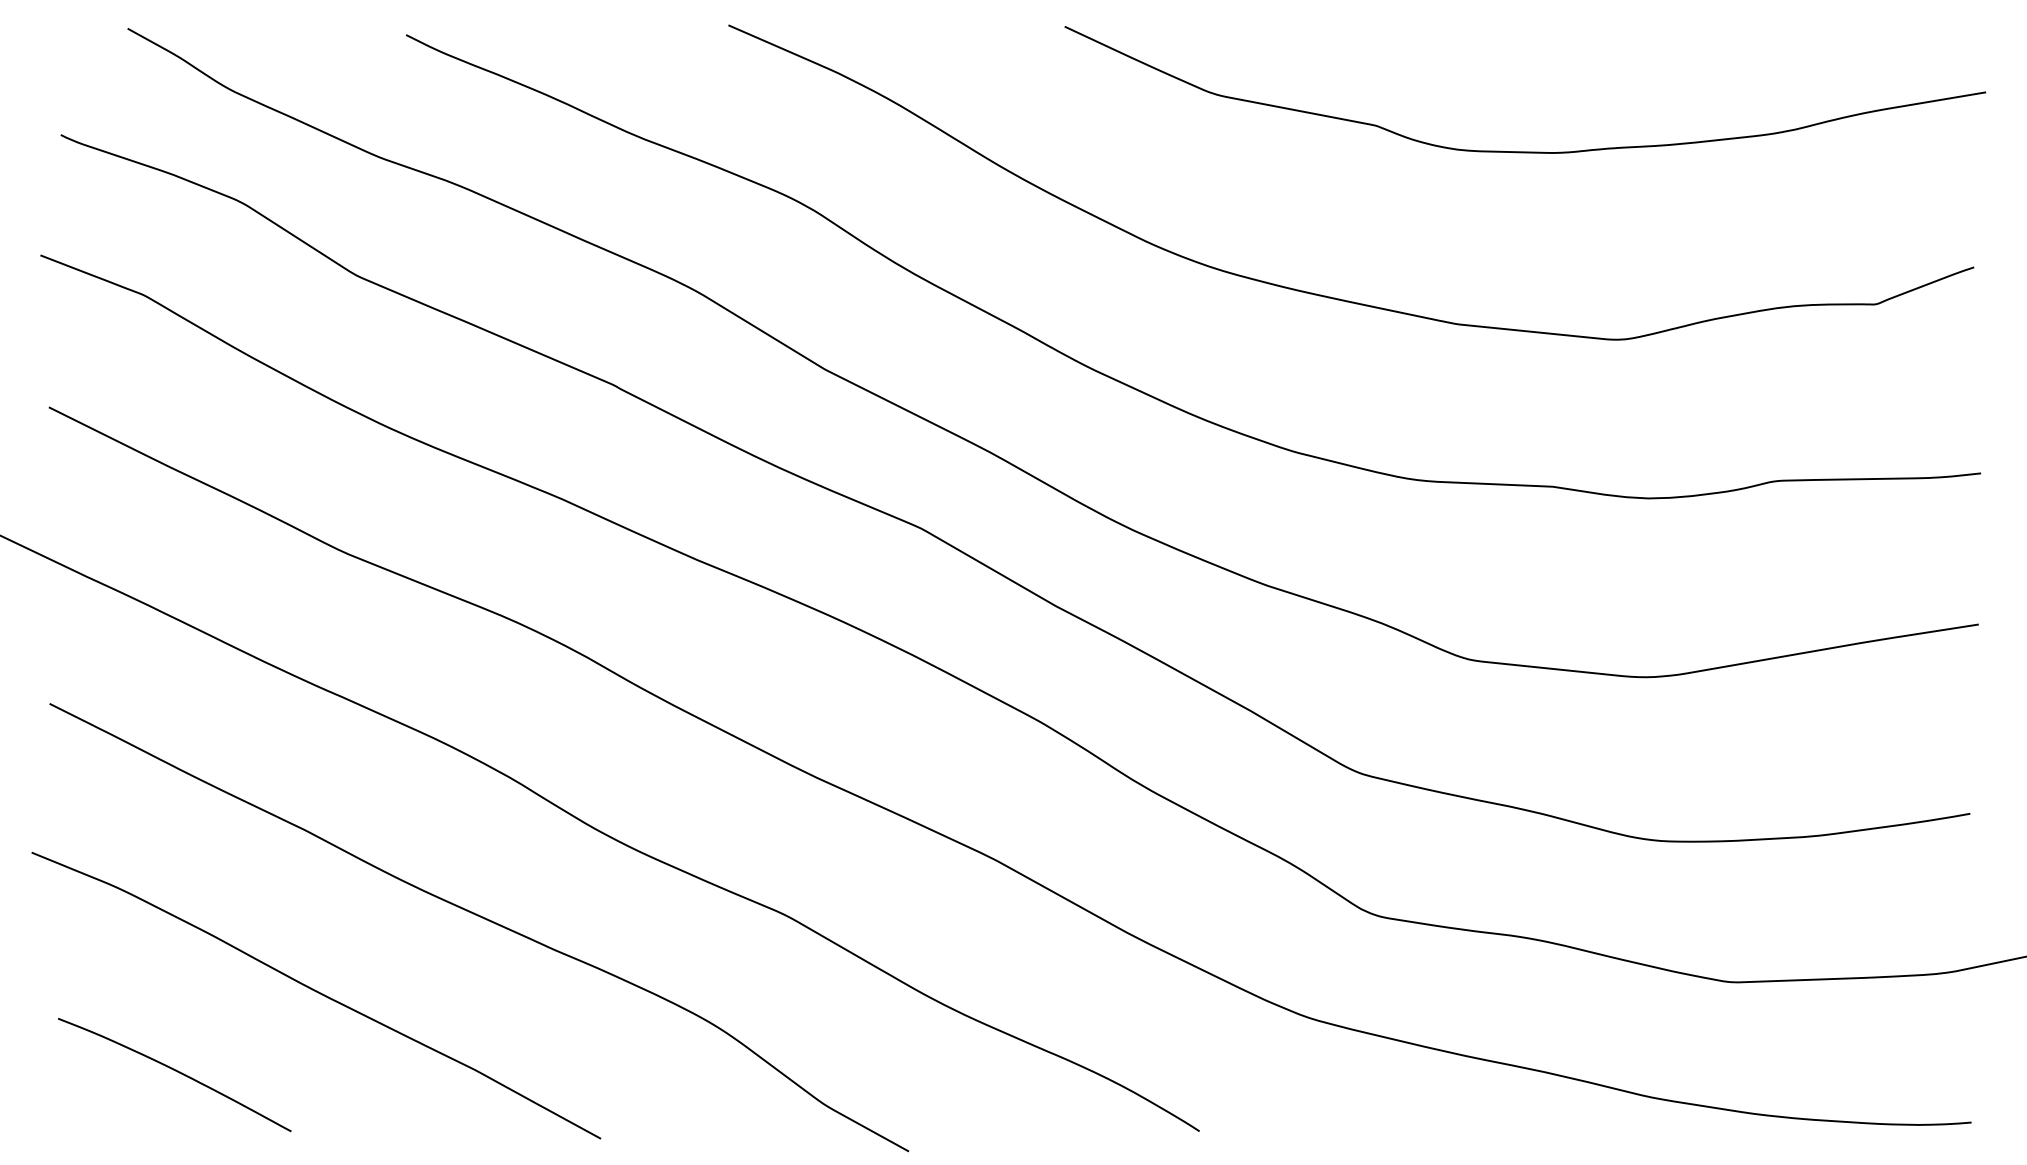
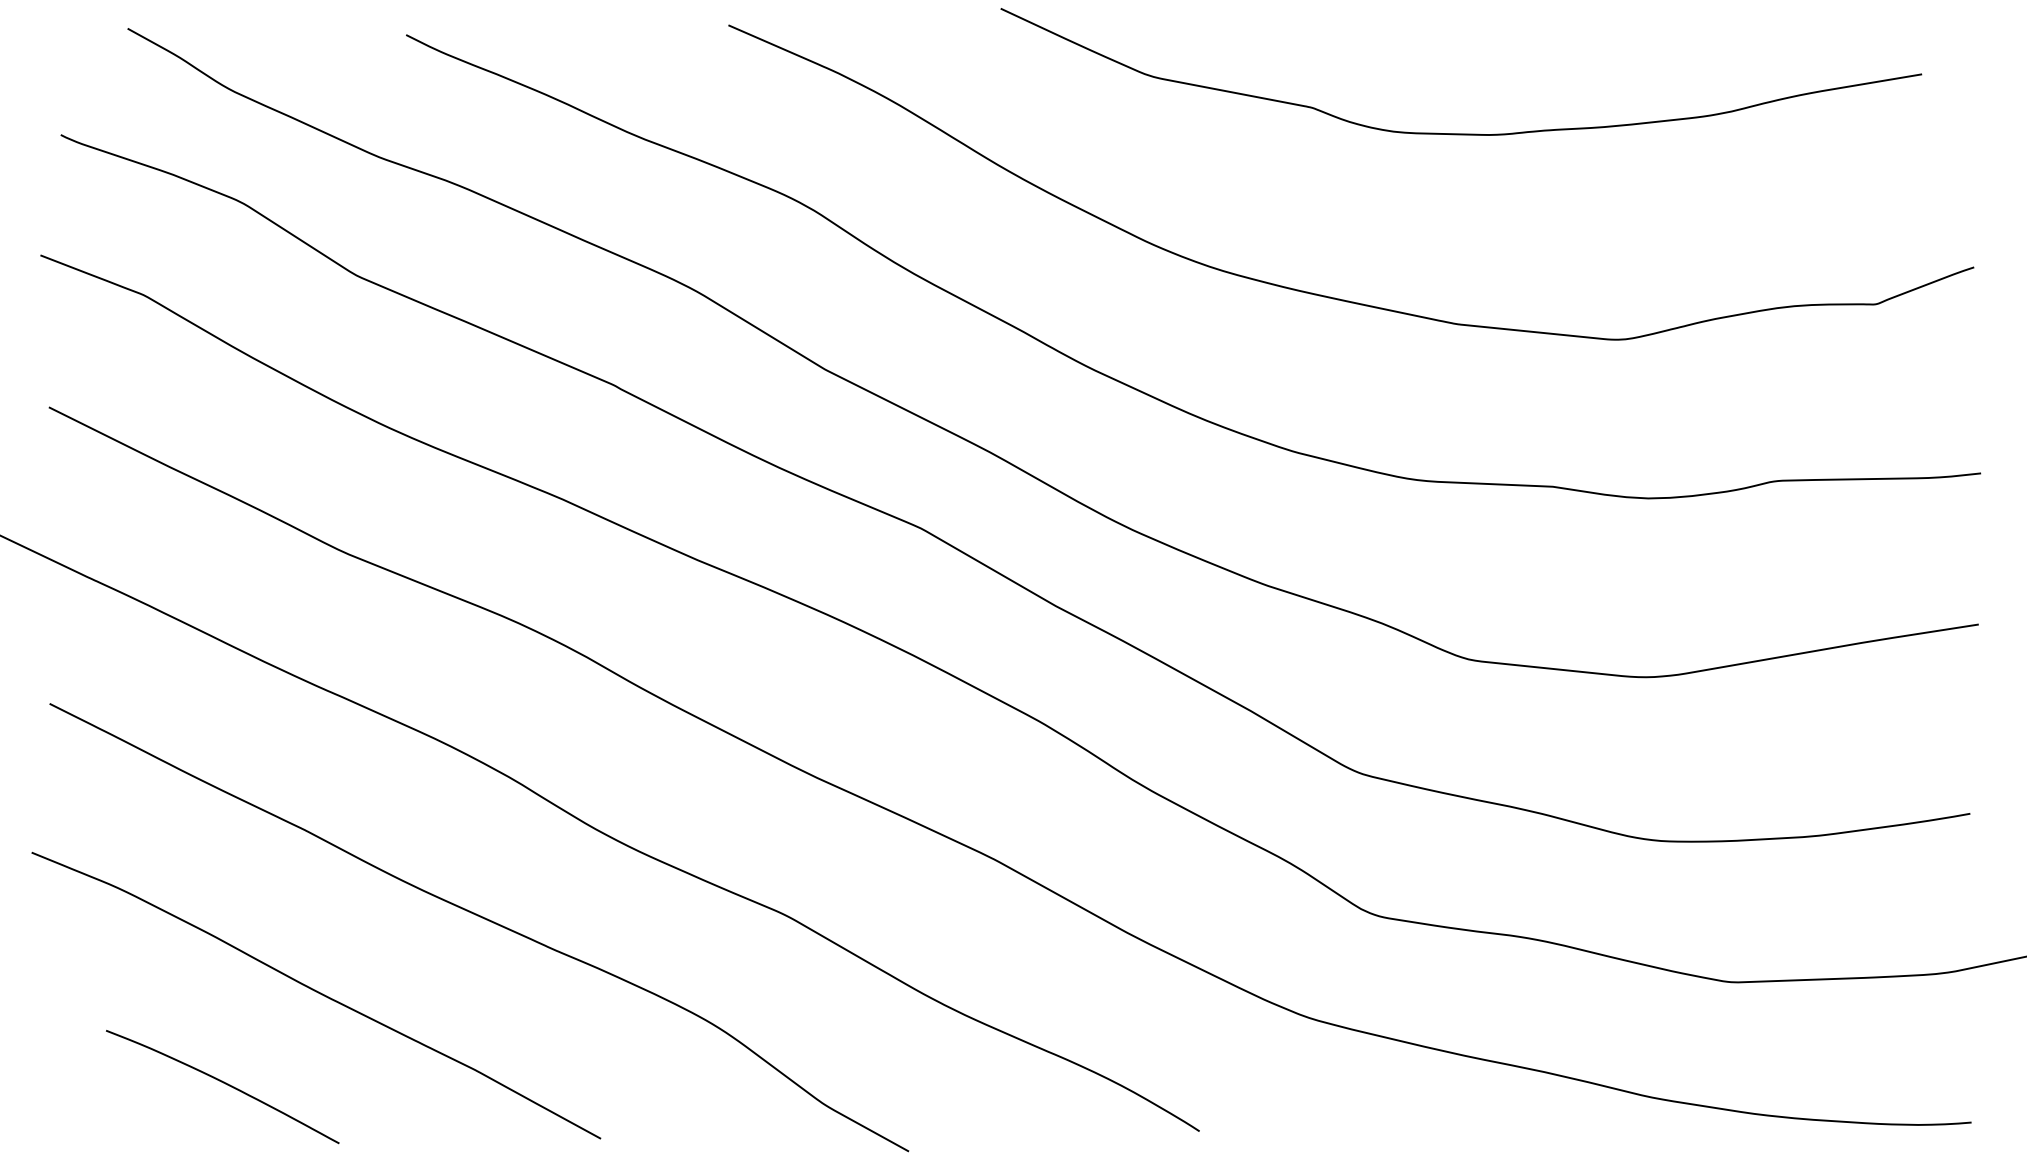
curve at (1525, 151) position: (1525, 151) -> (1461, 133)
curve at (175, 1071) position: (175, 1071) -> (223, 1083)
